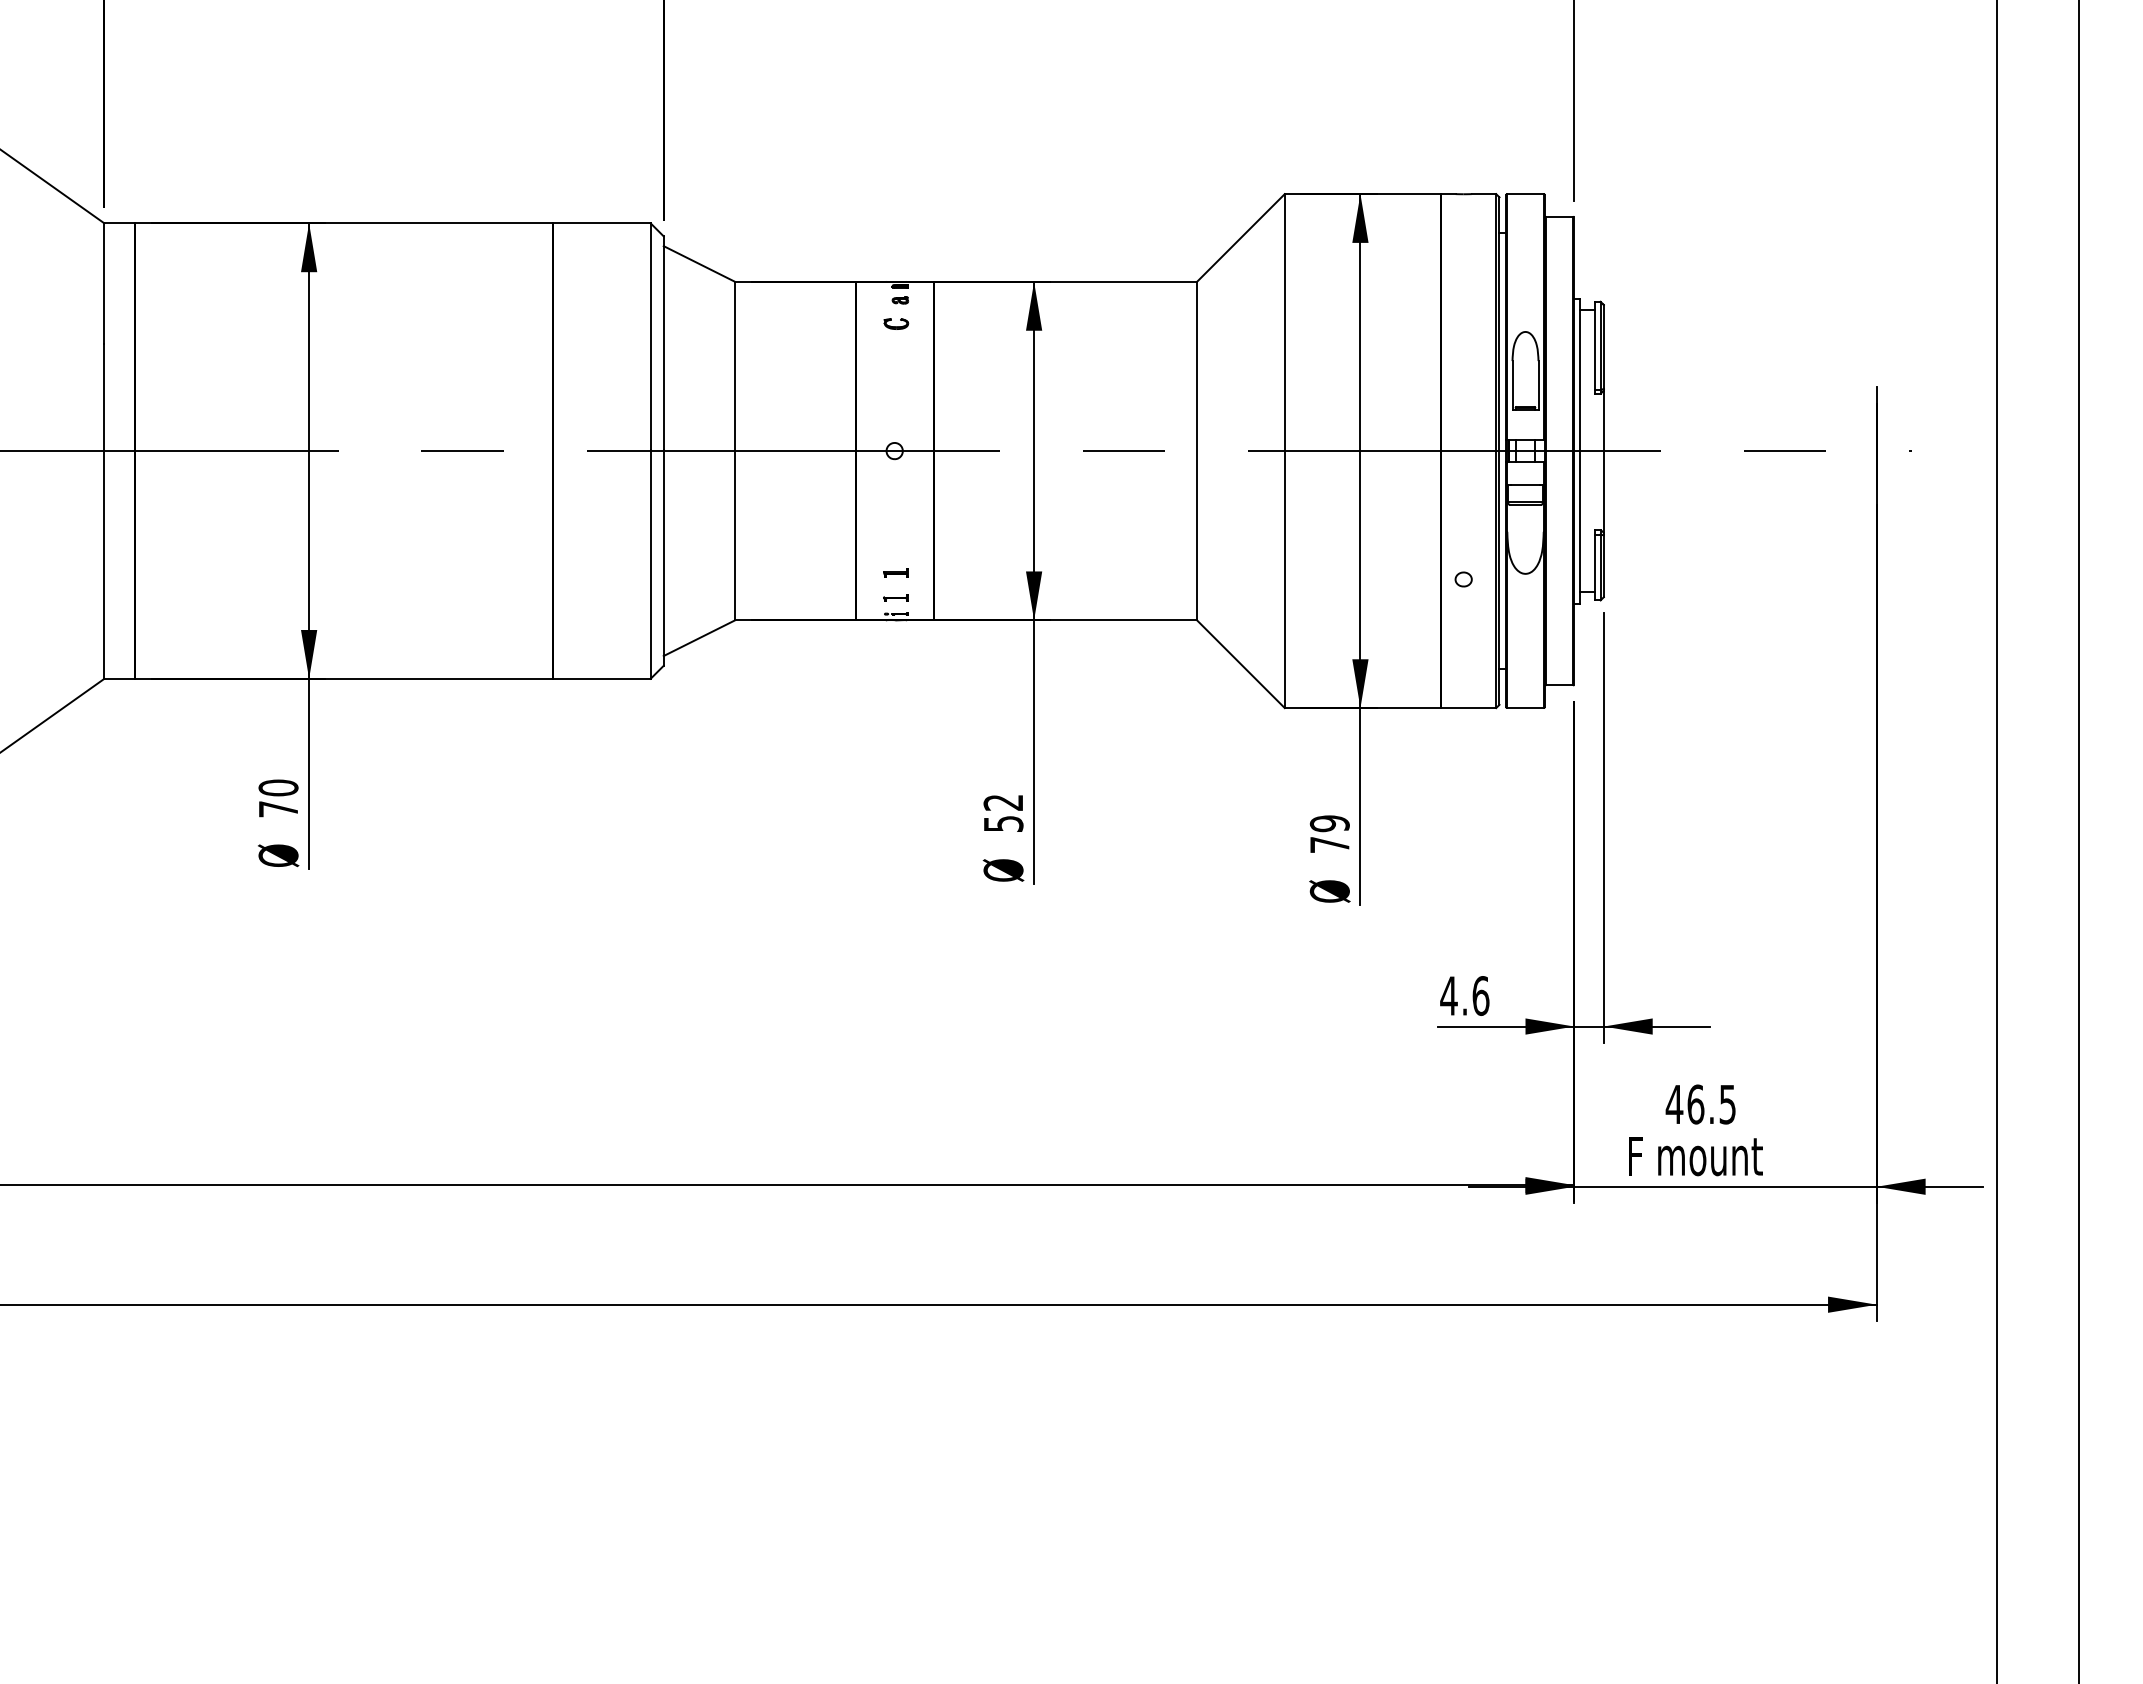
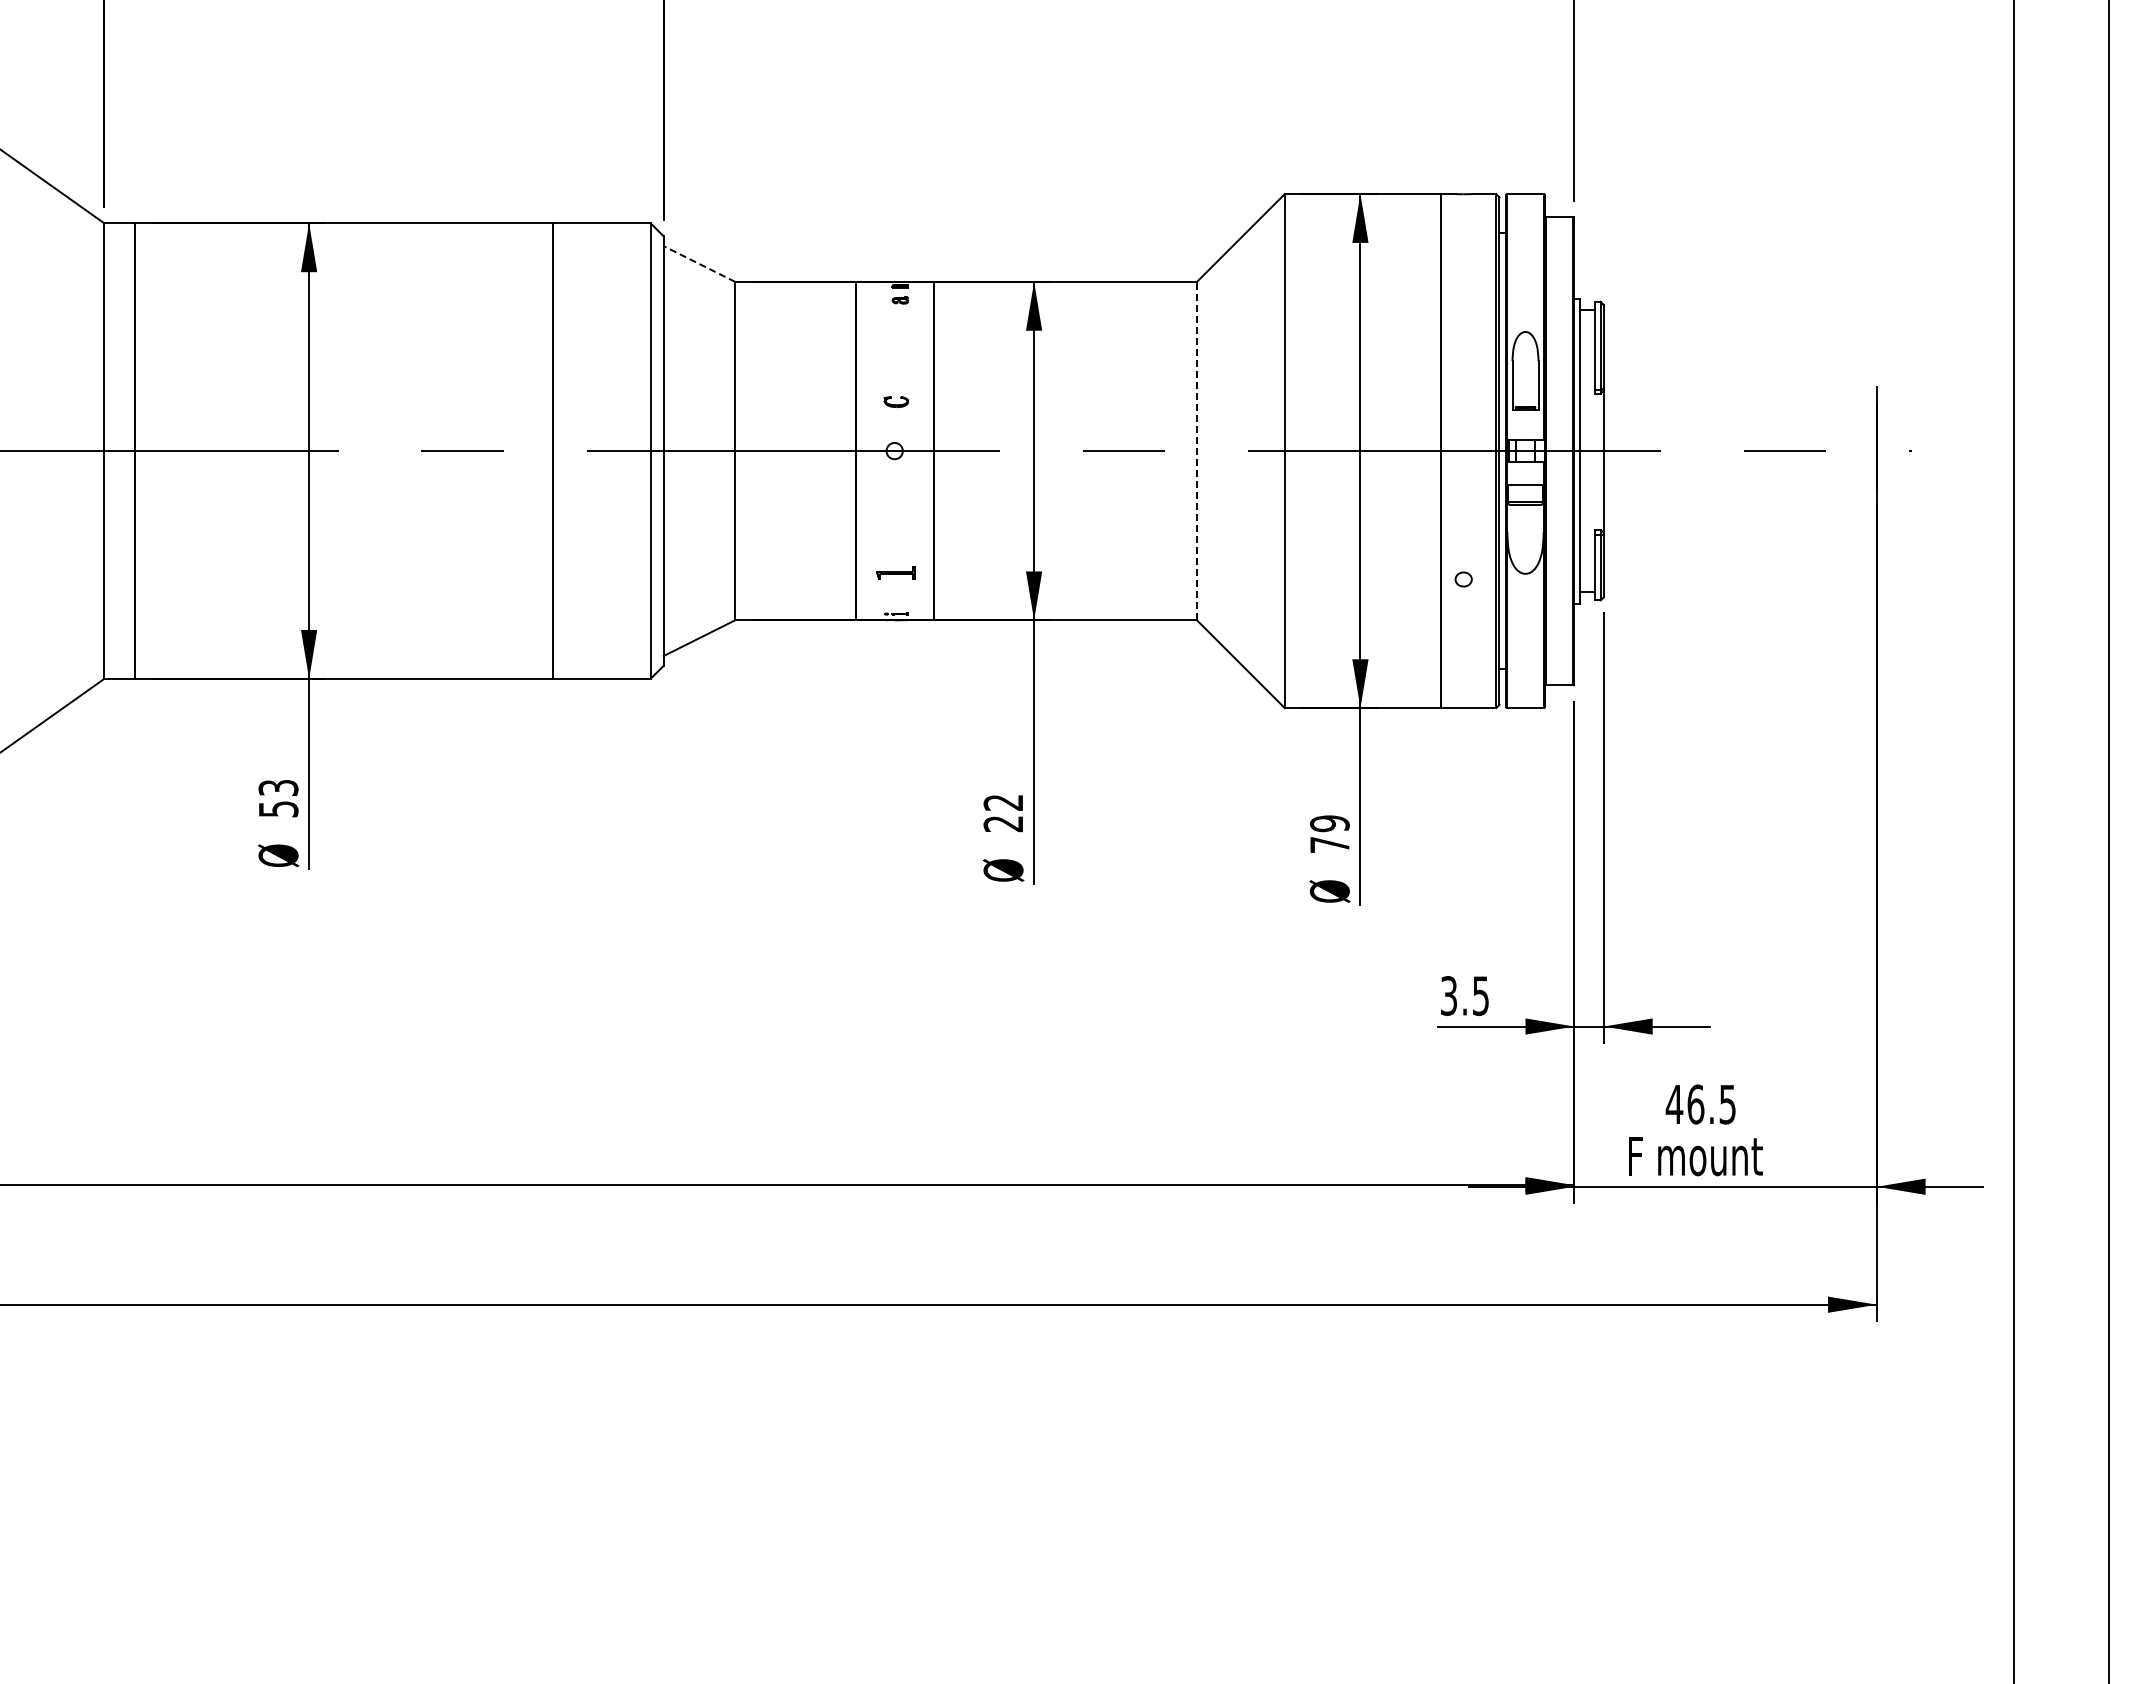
line at (699, 263): solid -> dashed
part at (896, 323) position: (896, 323) -> (896, 401)
line at (1196, 450): solid -> dashed
part at (895, 572) size: 26x10 px -> 40x14 px
part at (895, 597): present -> none
text at (278, 798): 70 -> 53
text at (1003, 824): 52 -> 22
line at (1997, 841) position: (1997, 841) -> (2014, 841)
line at (2078, 841) position: (2078, 841) -> (2108, 841)
text at (1464, 995): 4.6 -> 3.5
